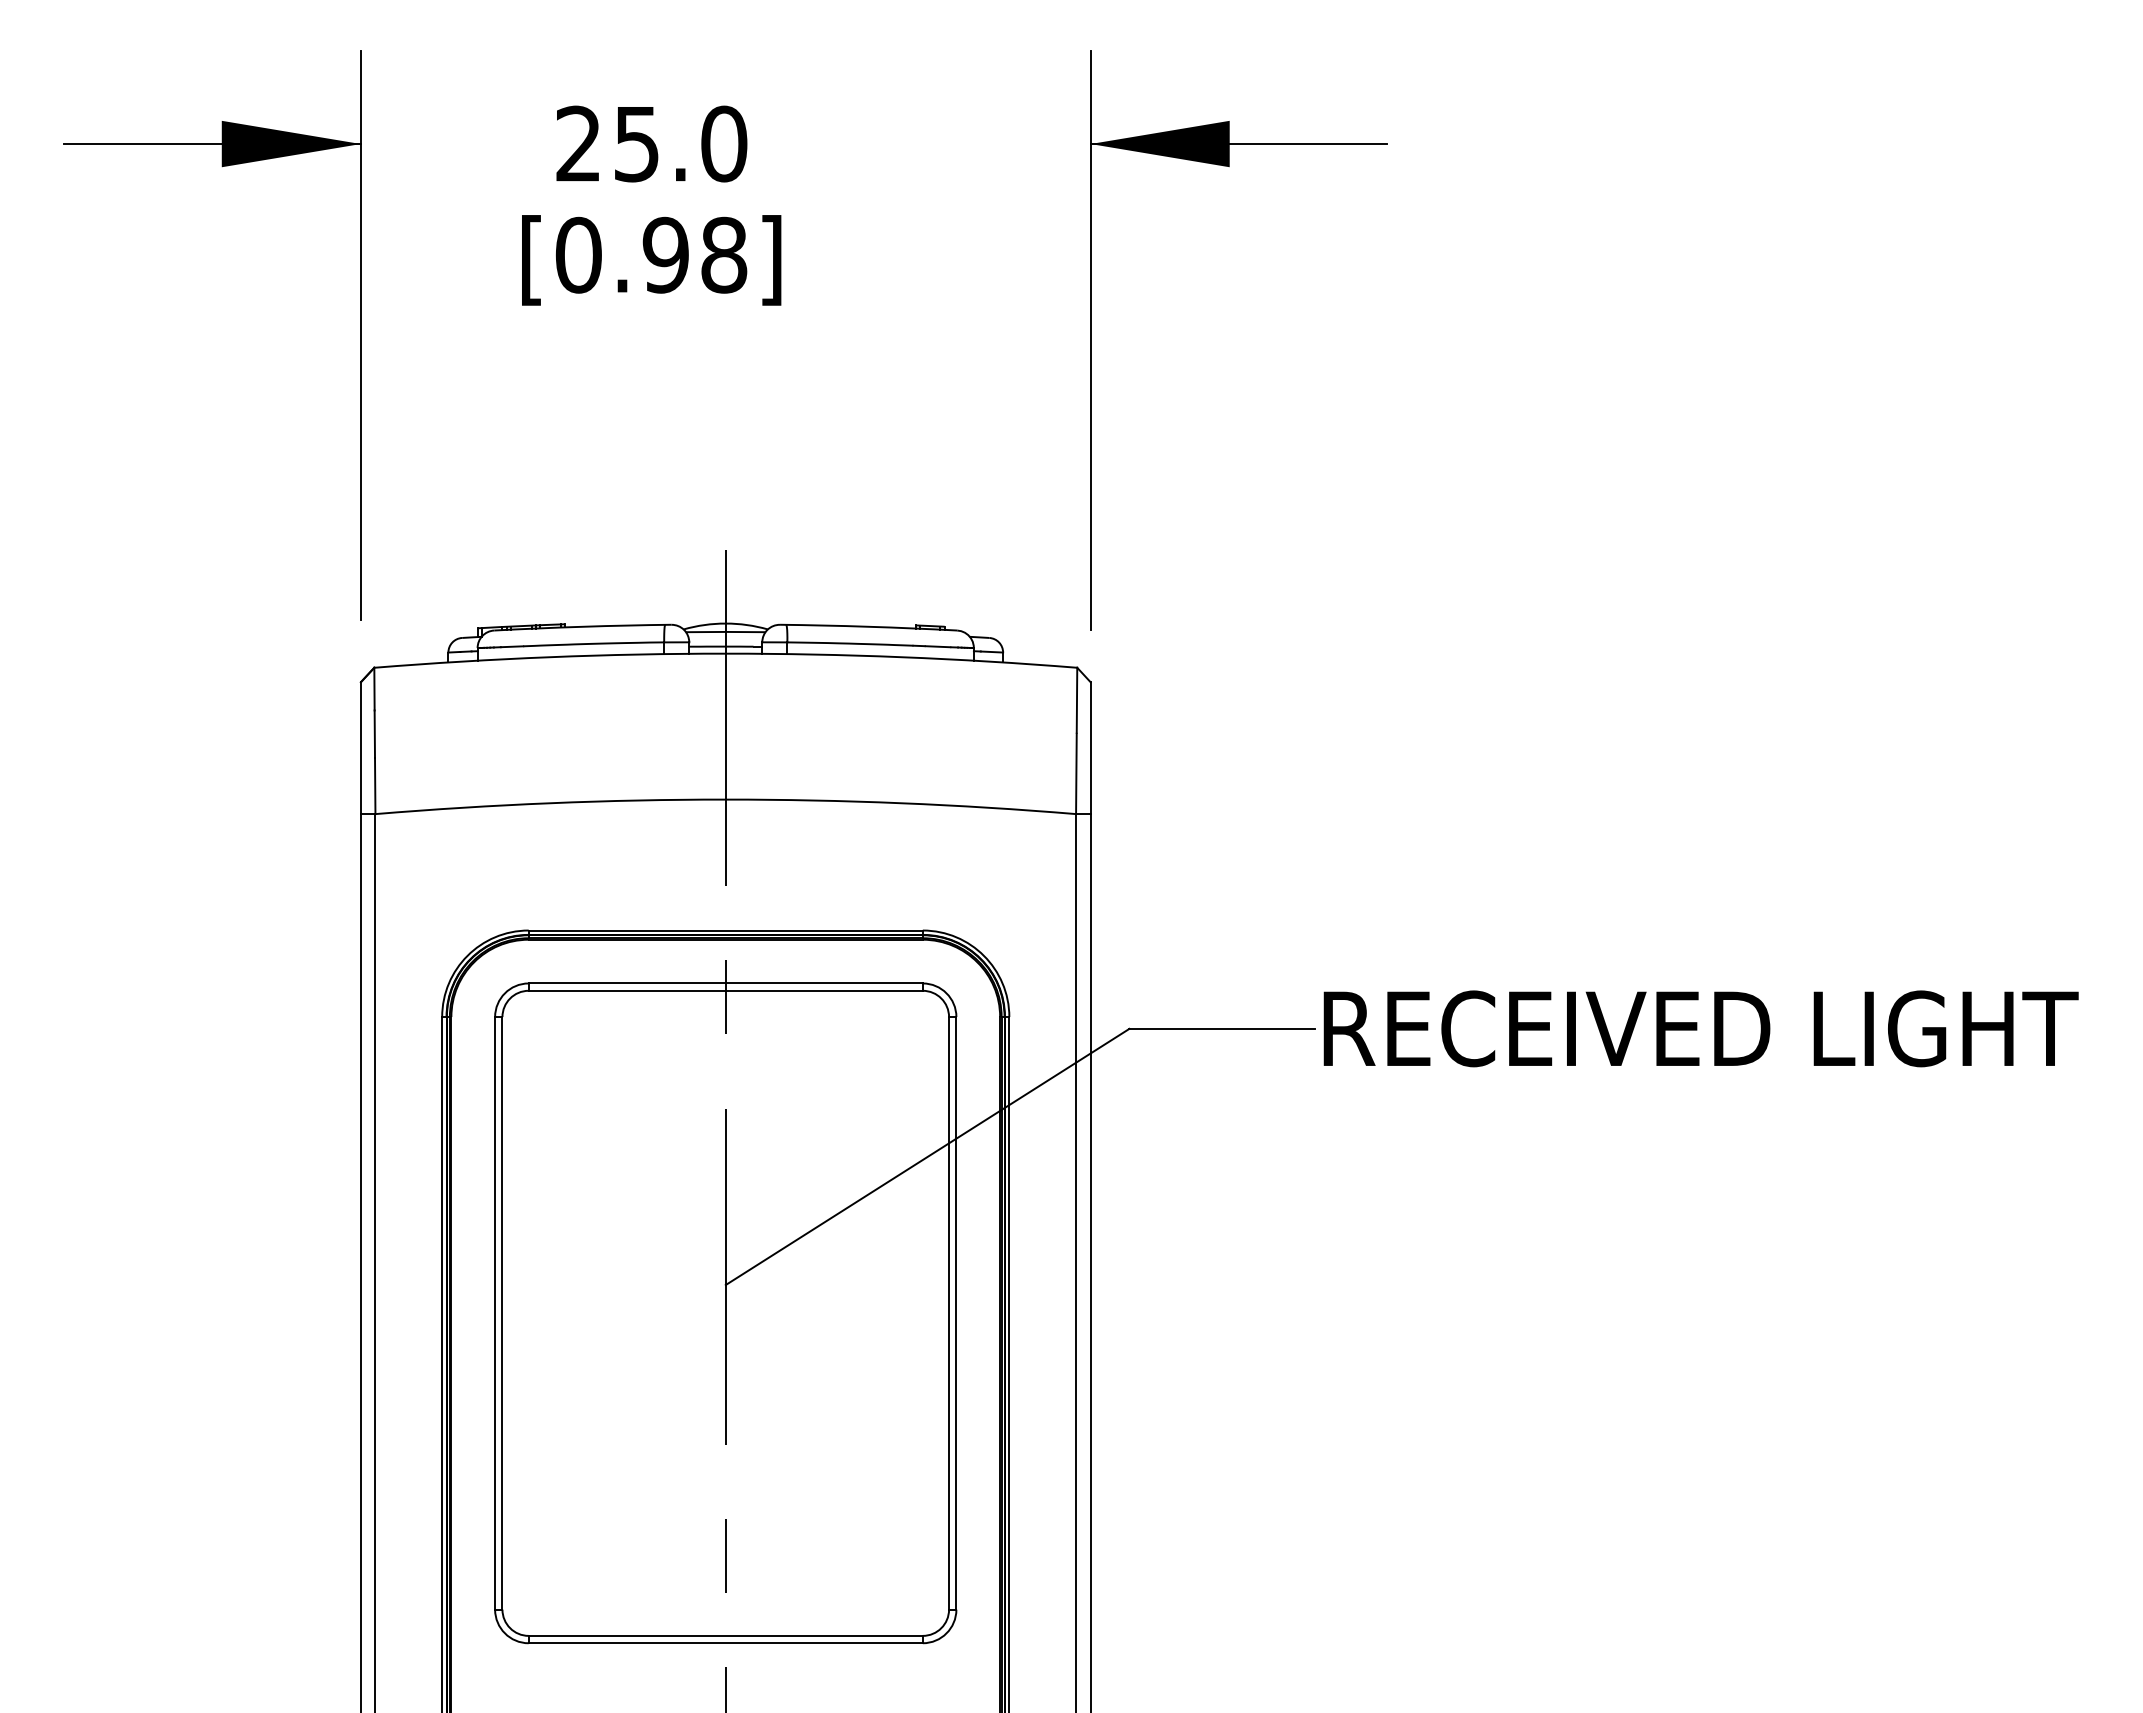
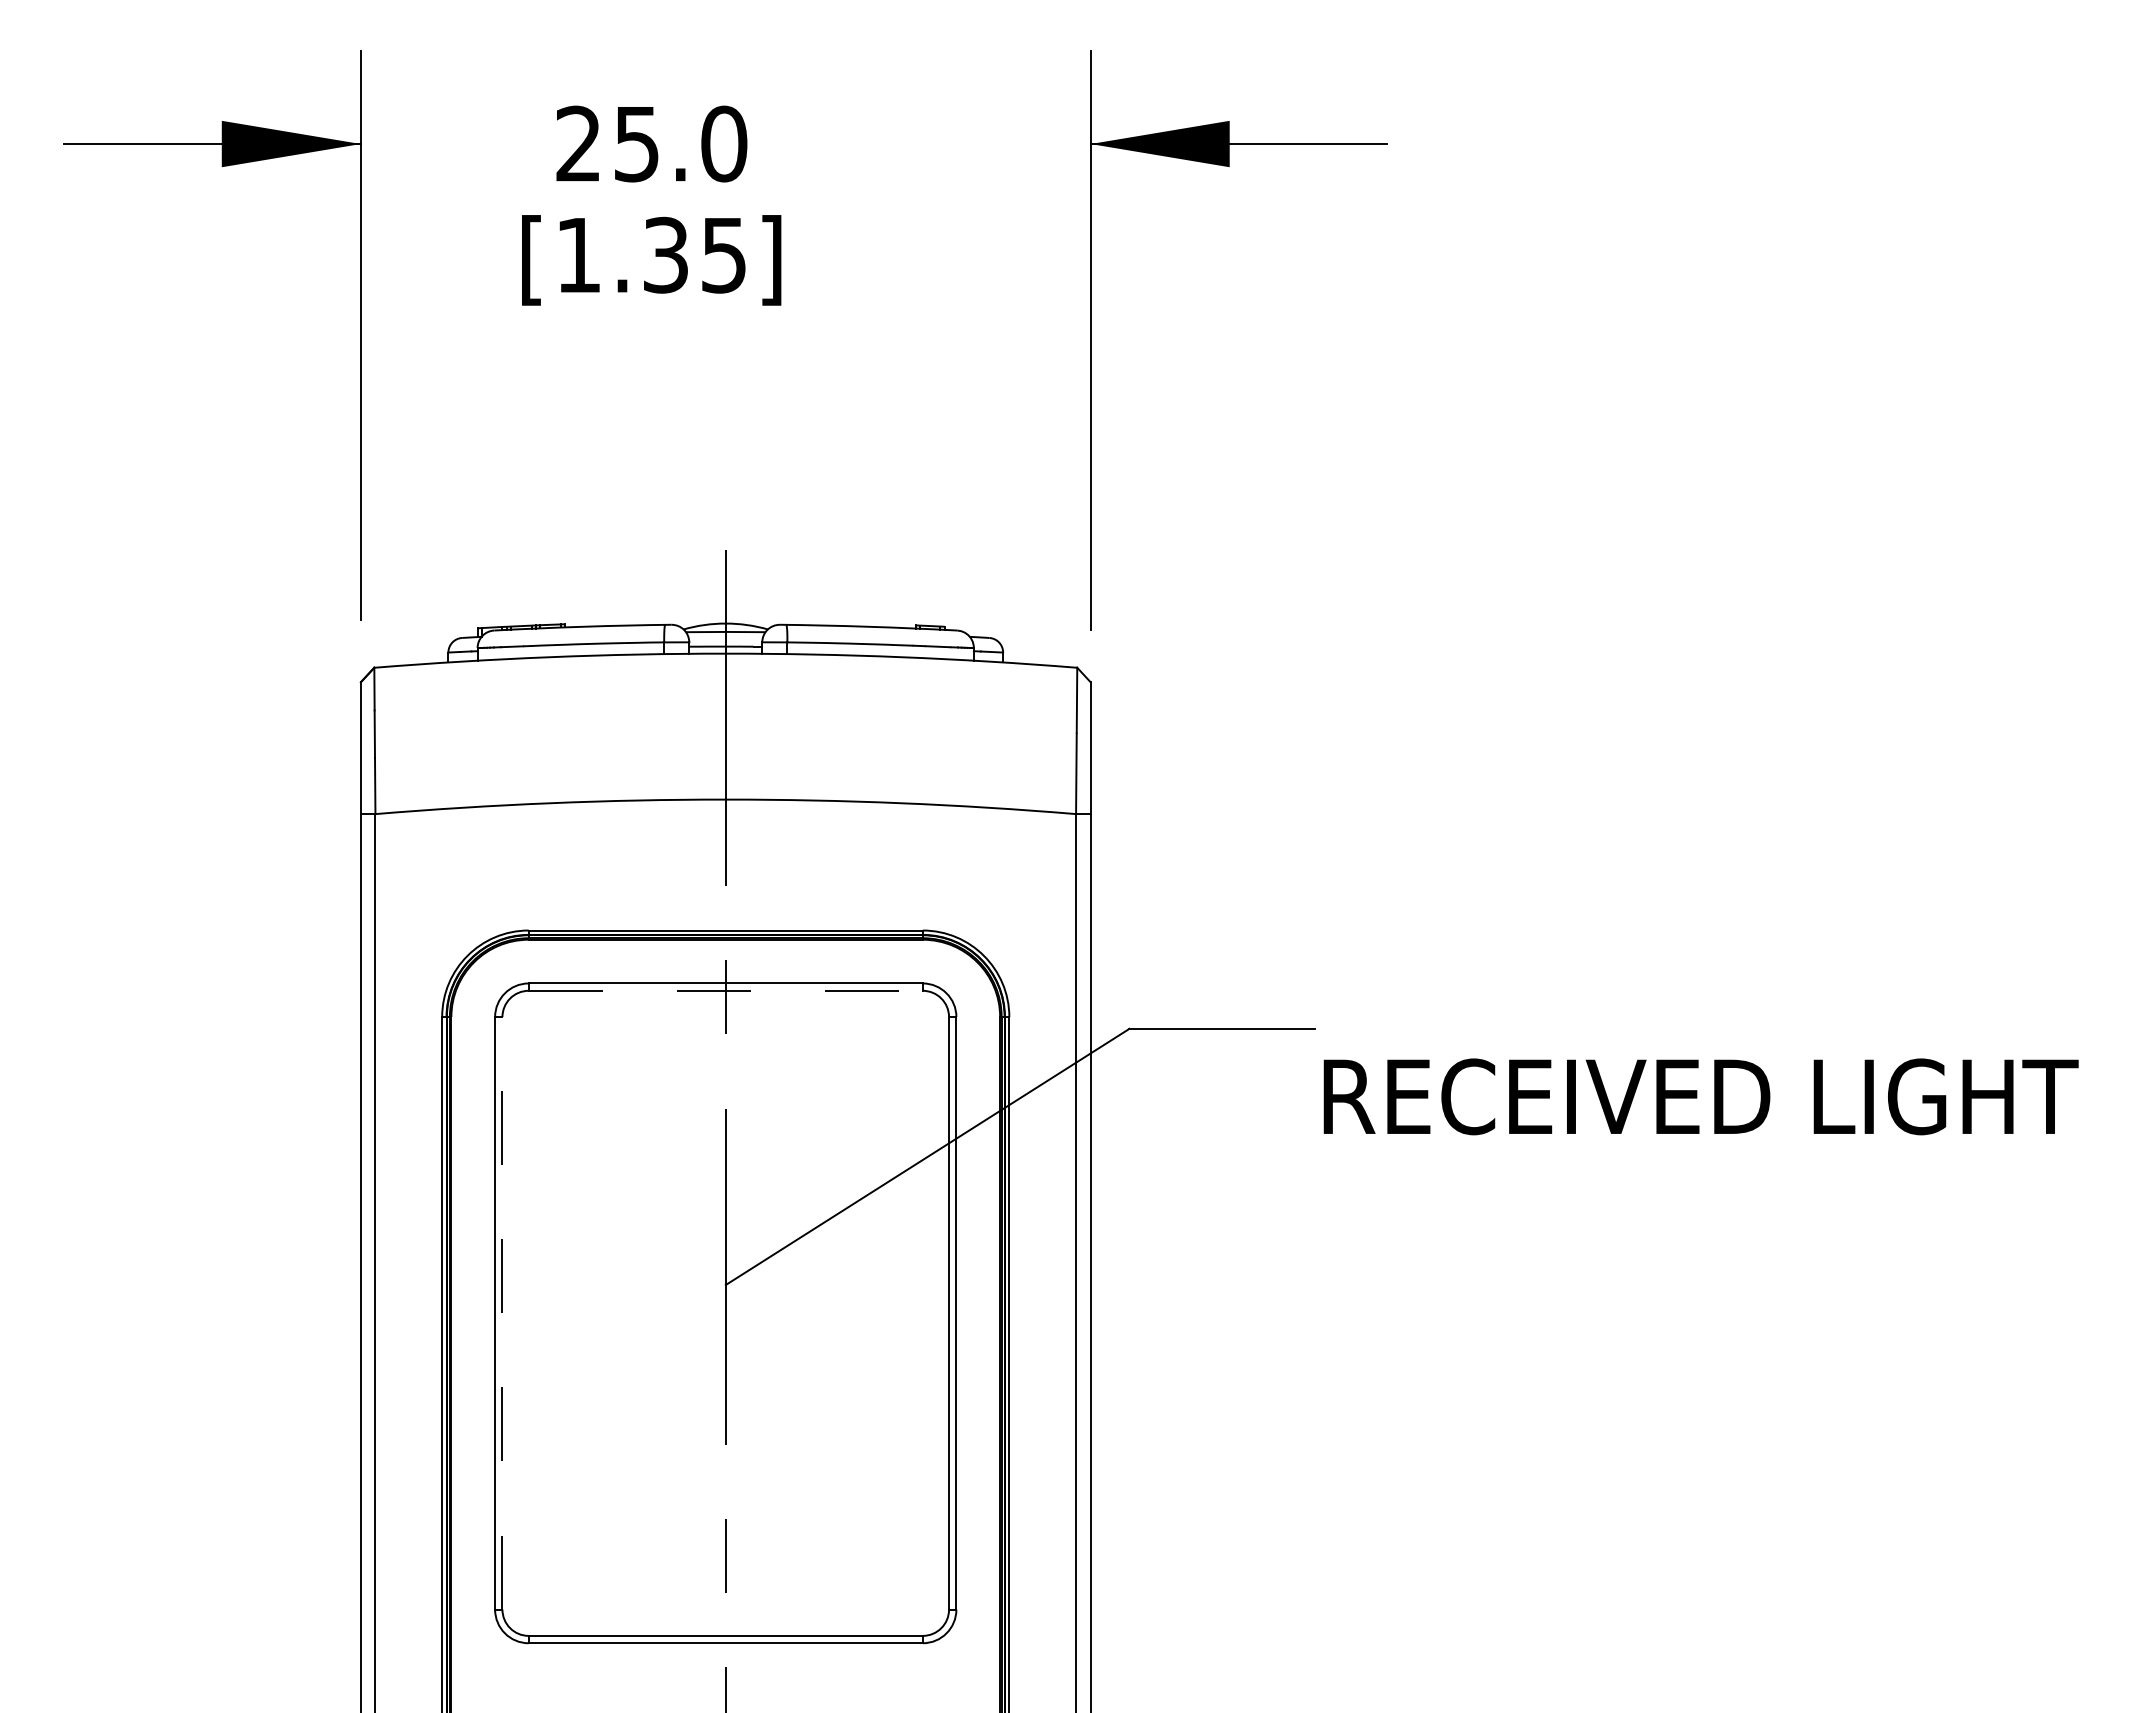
text at (651, 254): [0.98] -> [1.35]
line at (726, 990): solid -> dashed
text at (1700, 1028) position: (1700, 1028) -> (1700, 1096)
line at (502, 1312): solid -> dashed
